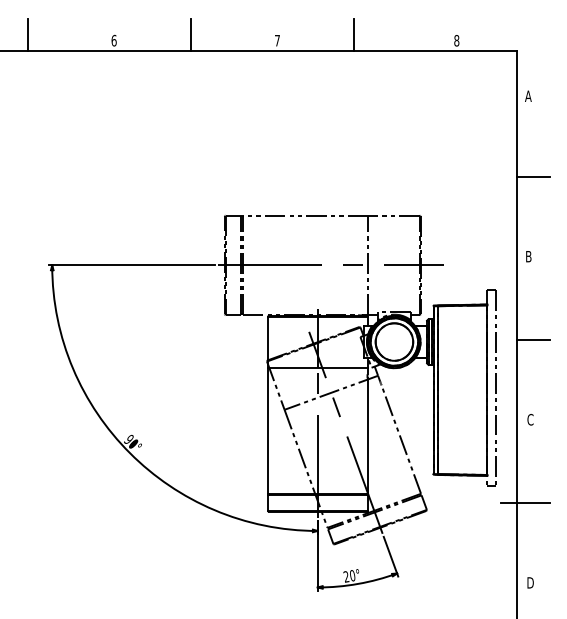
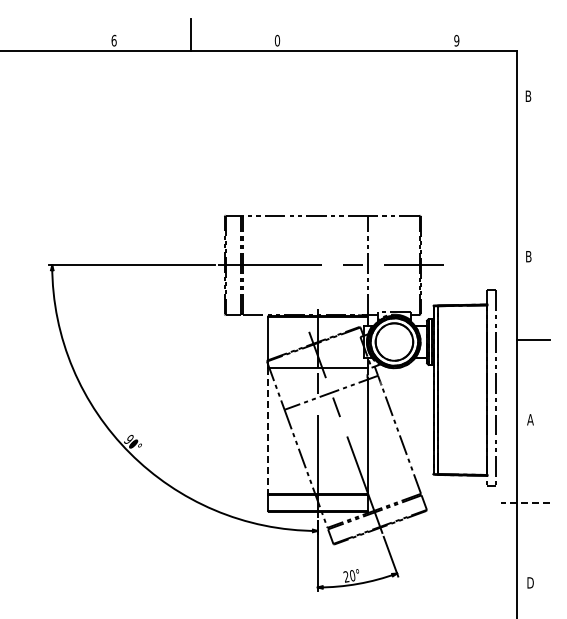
line at (28, 34): present -> none
line at (354, 34): present -> none
text at (277, 40): 7 -> 0
text at (456, 40): 8 -> 9
text at (528, 95): A -> B
line at (533, 176): present -> none
text at (530, 419): C -> A
line at (268, 430): solid -> dashed
line at (525, 503): solid -> dashed
